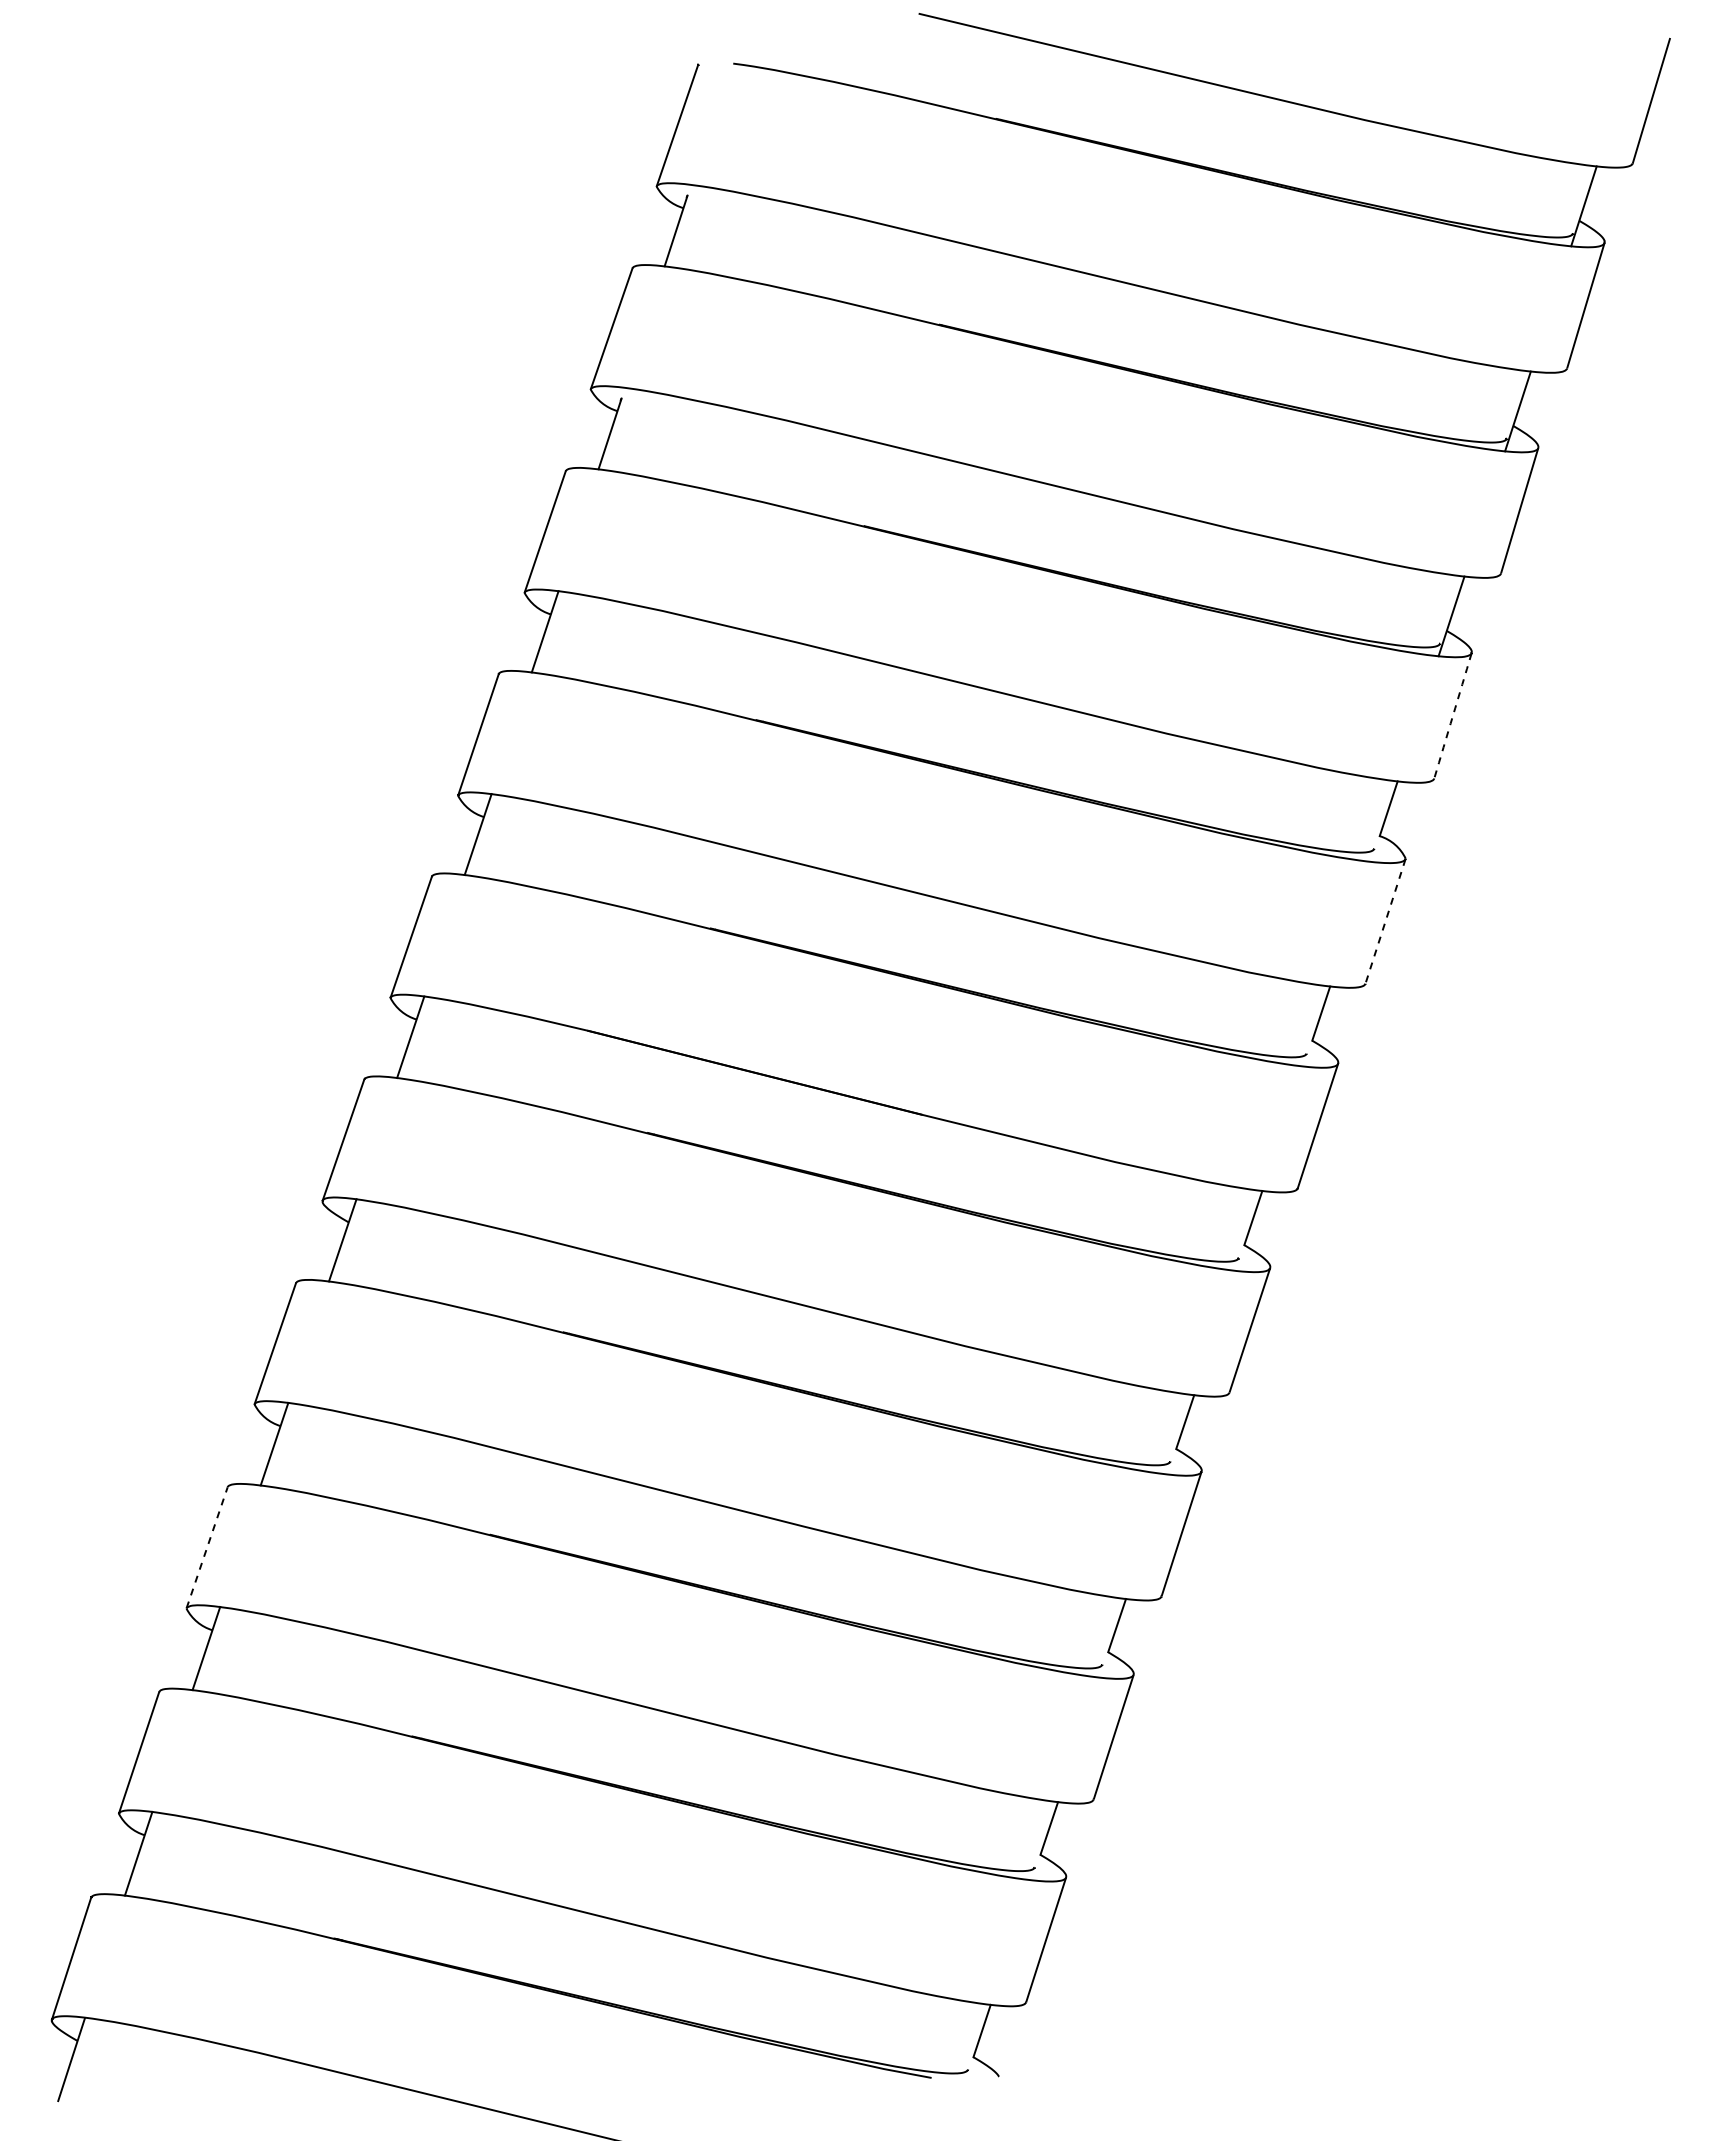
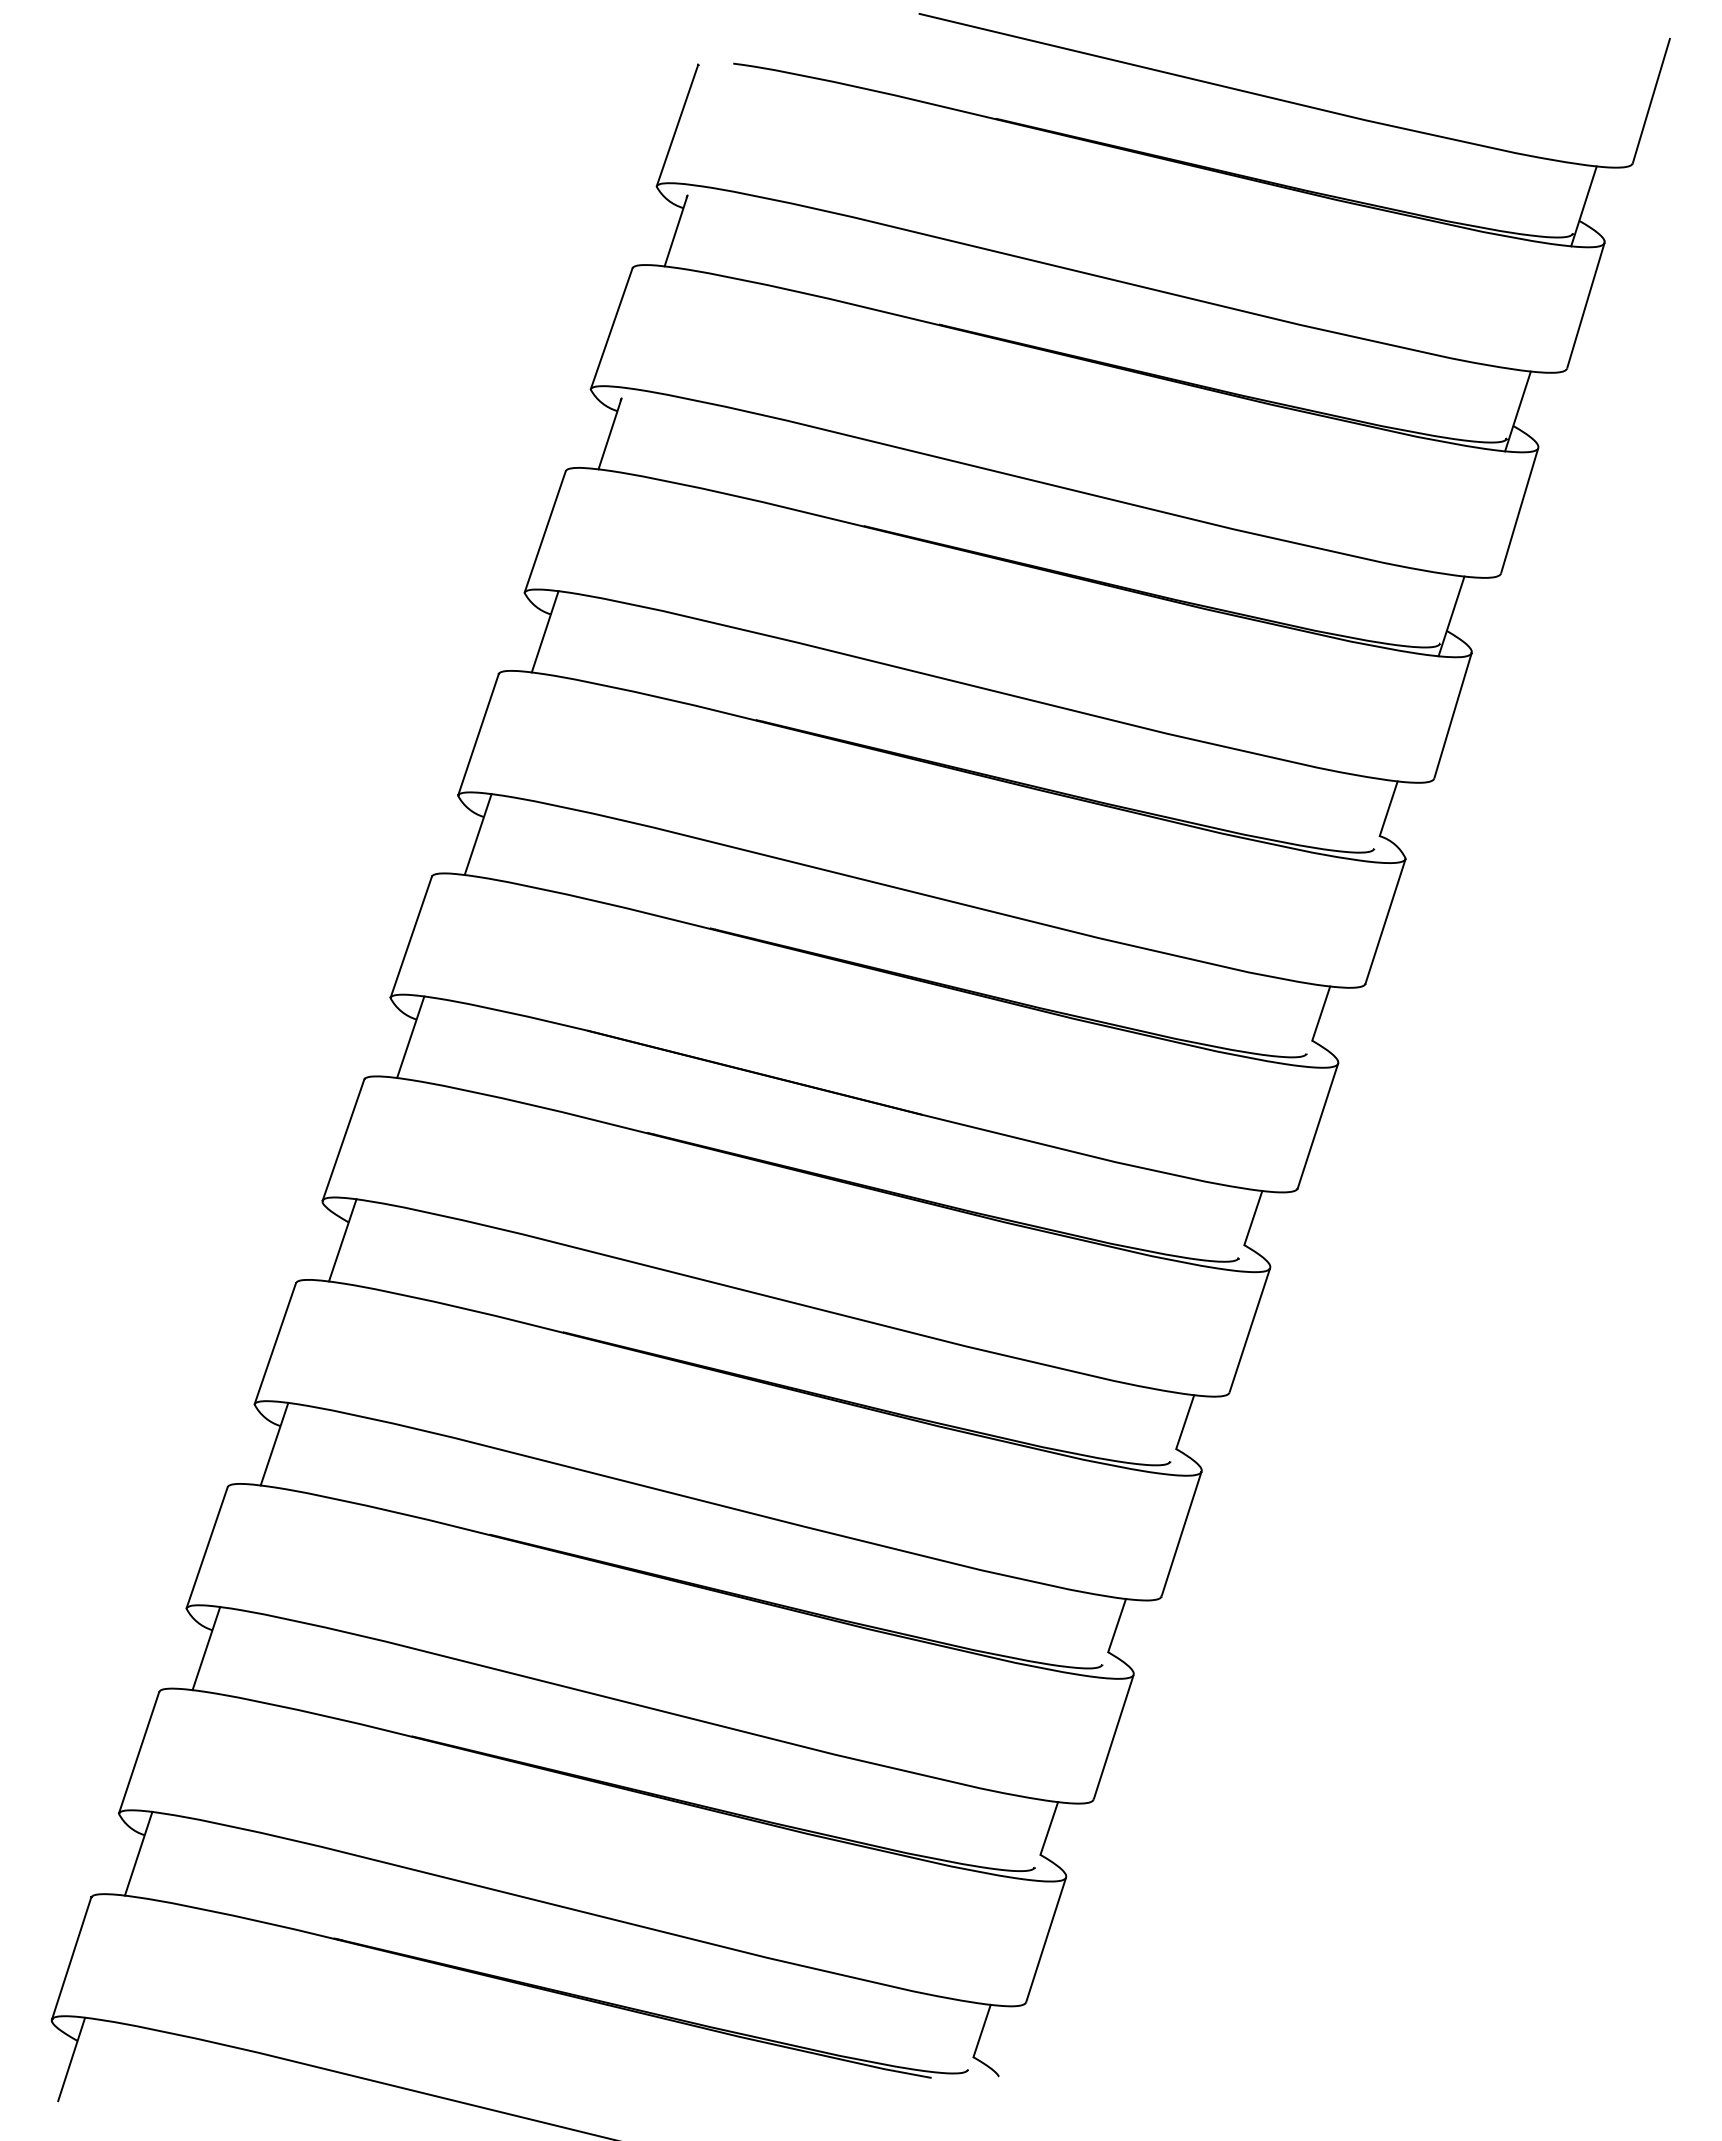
arc at (1452, 715): dashed -> solid
line at (1385, 921): dashed -> solid
line at (207, 1547): dashed -> solid
